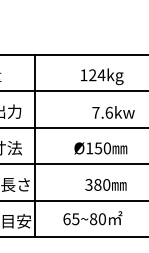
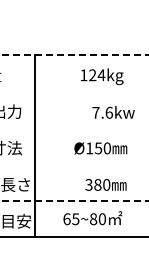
line at (74, 54): solid -> dashed
line at (73, 91): present -> none
line at (73, 127): present -> none
line at (73, 164): present -> none
line at (74, 200): solid -> dashed
